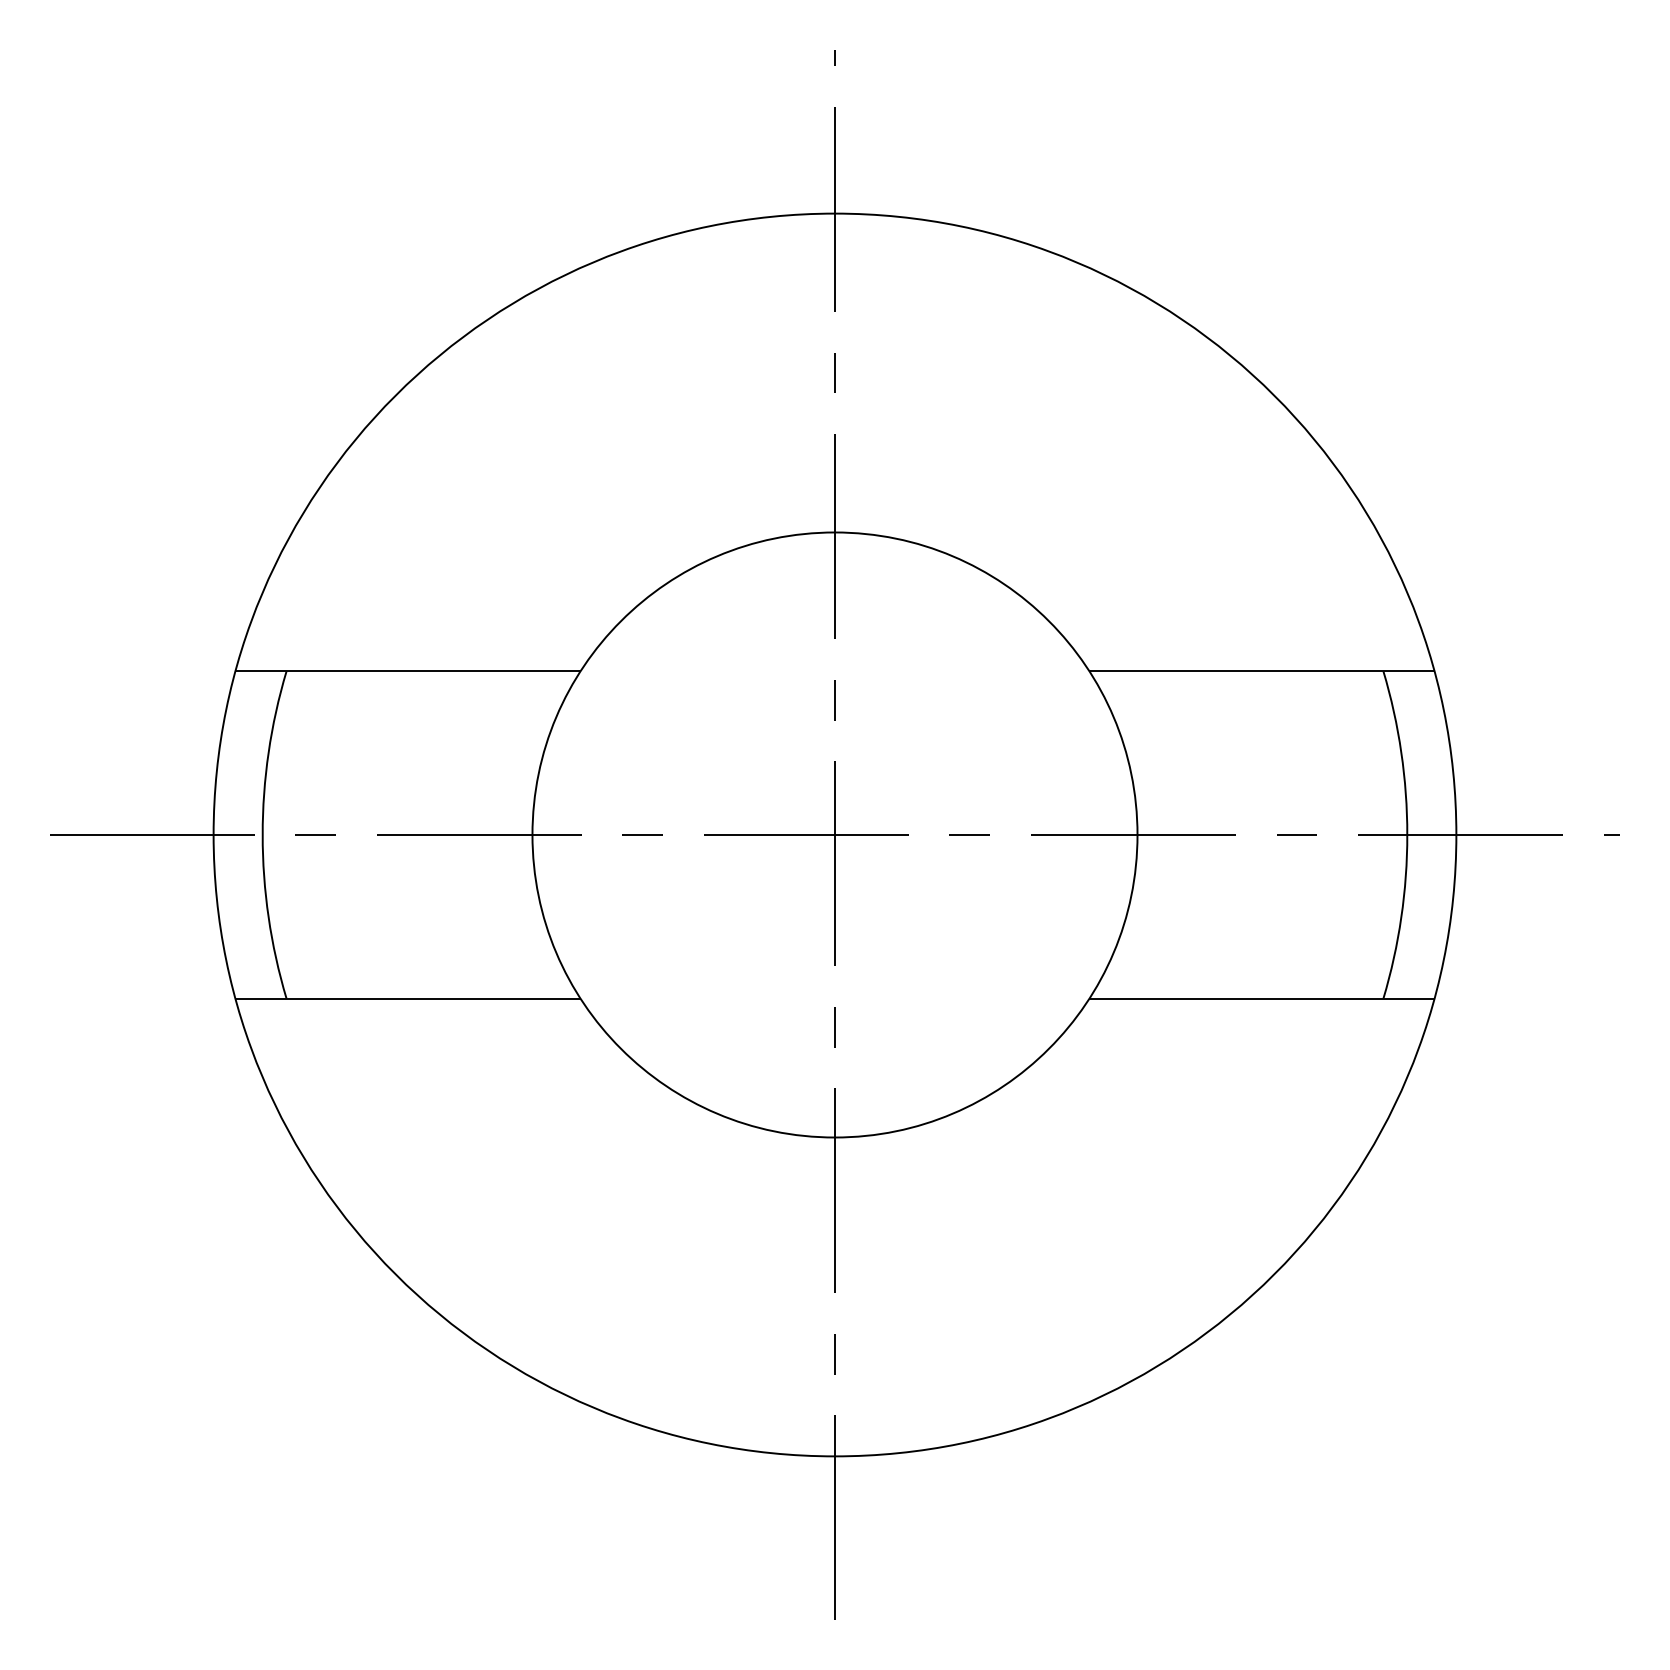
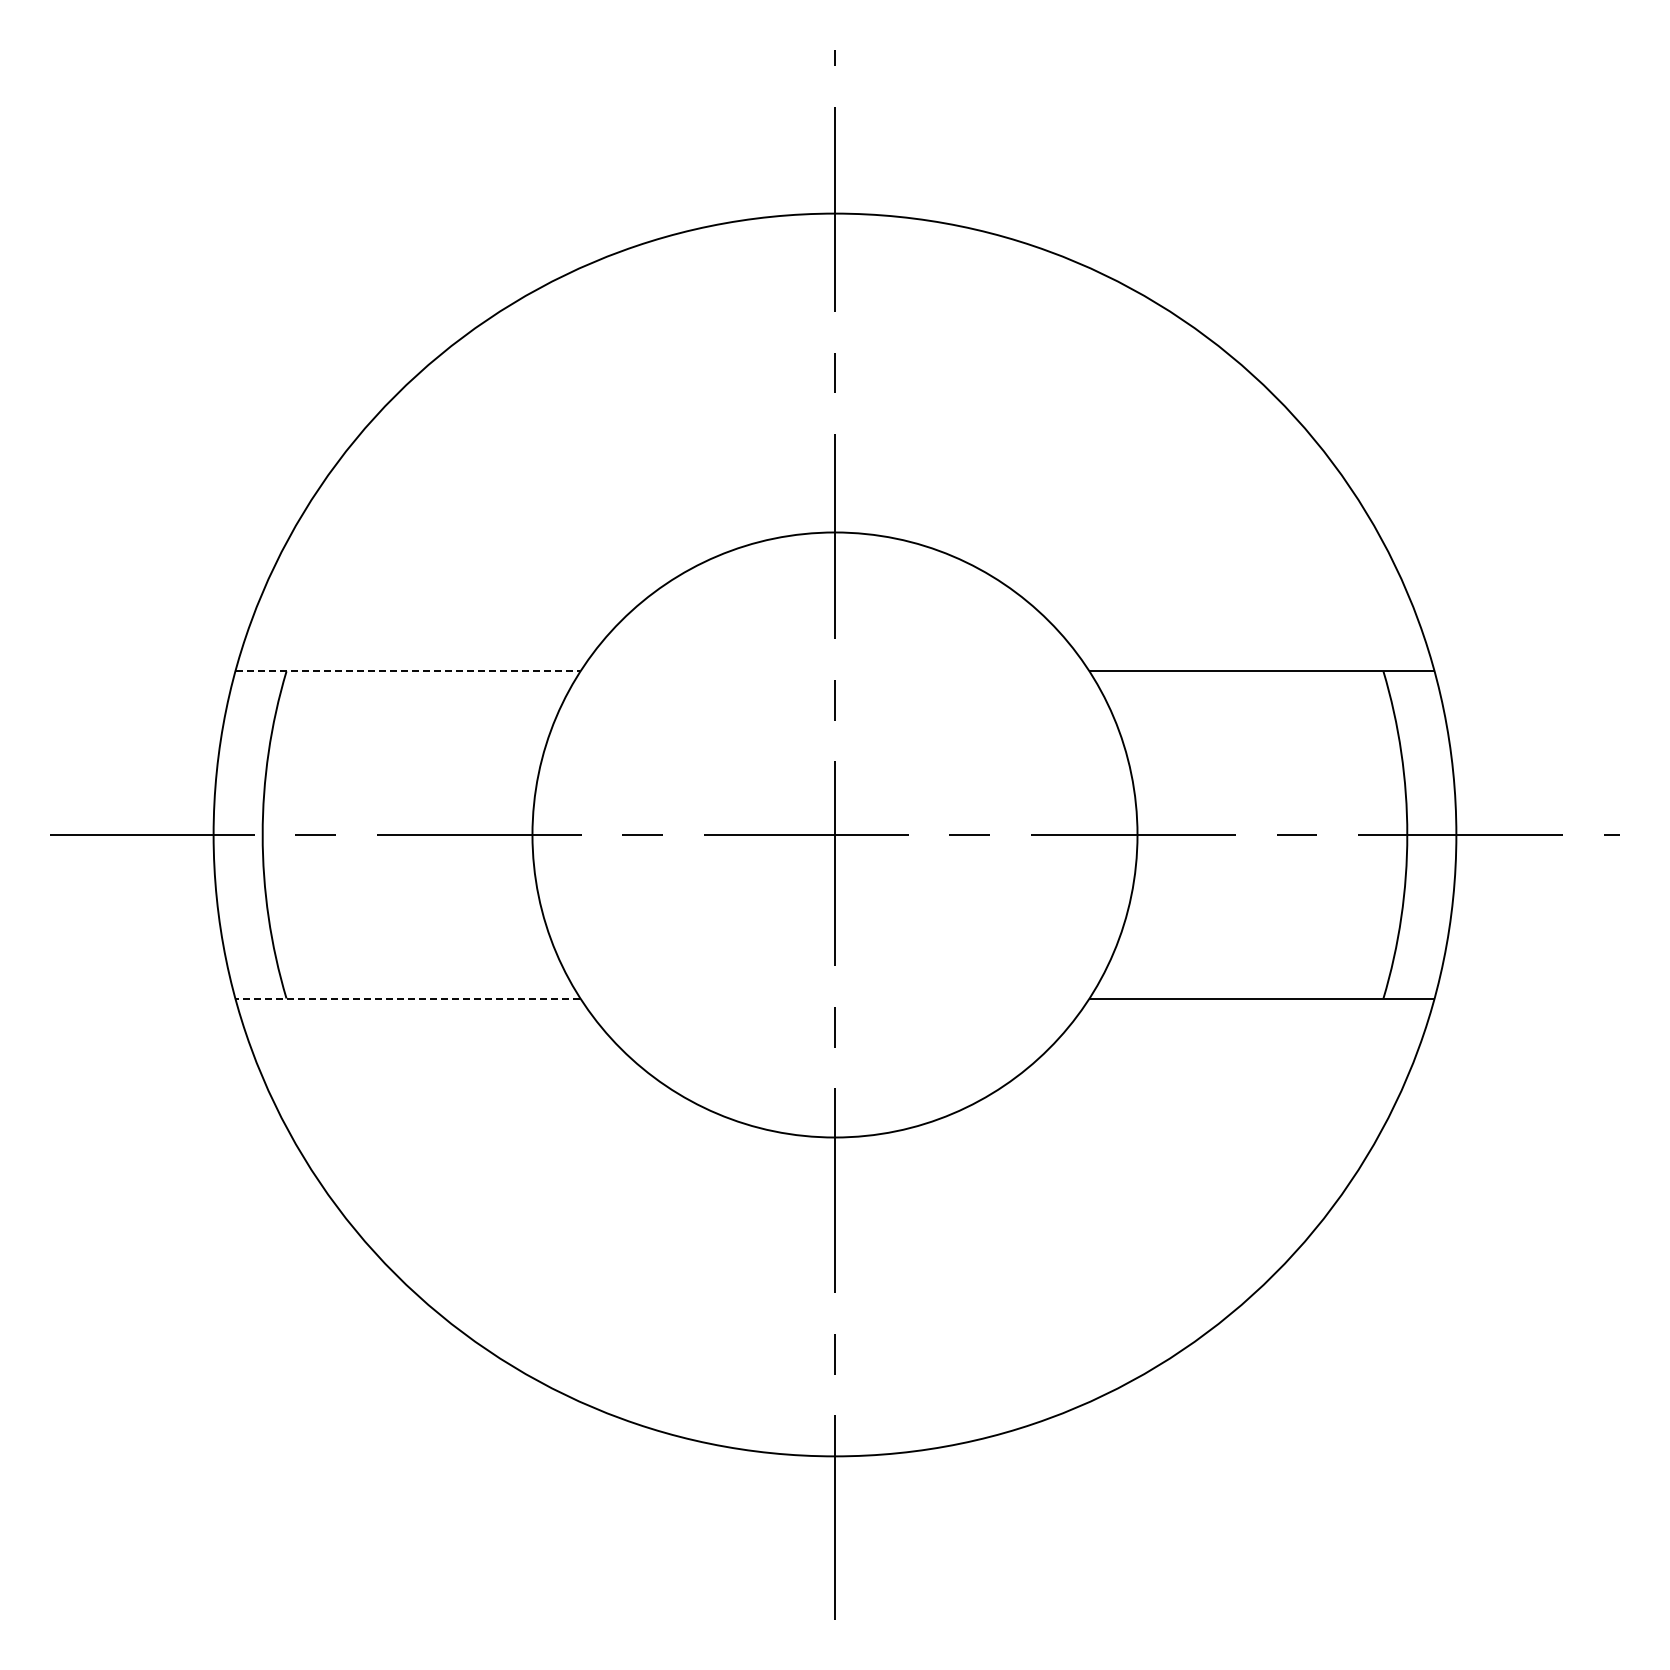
line at (408, 671): solid -> dashed
line at (407, 998): solid -> dashed
